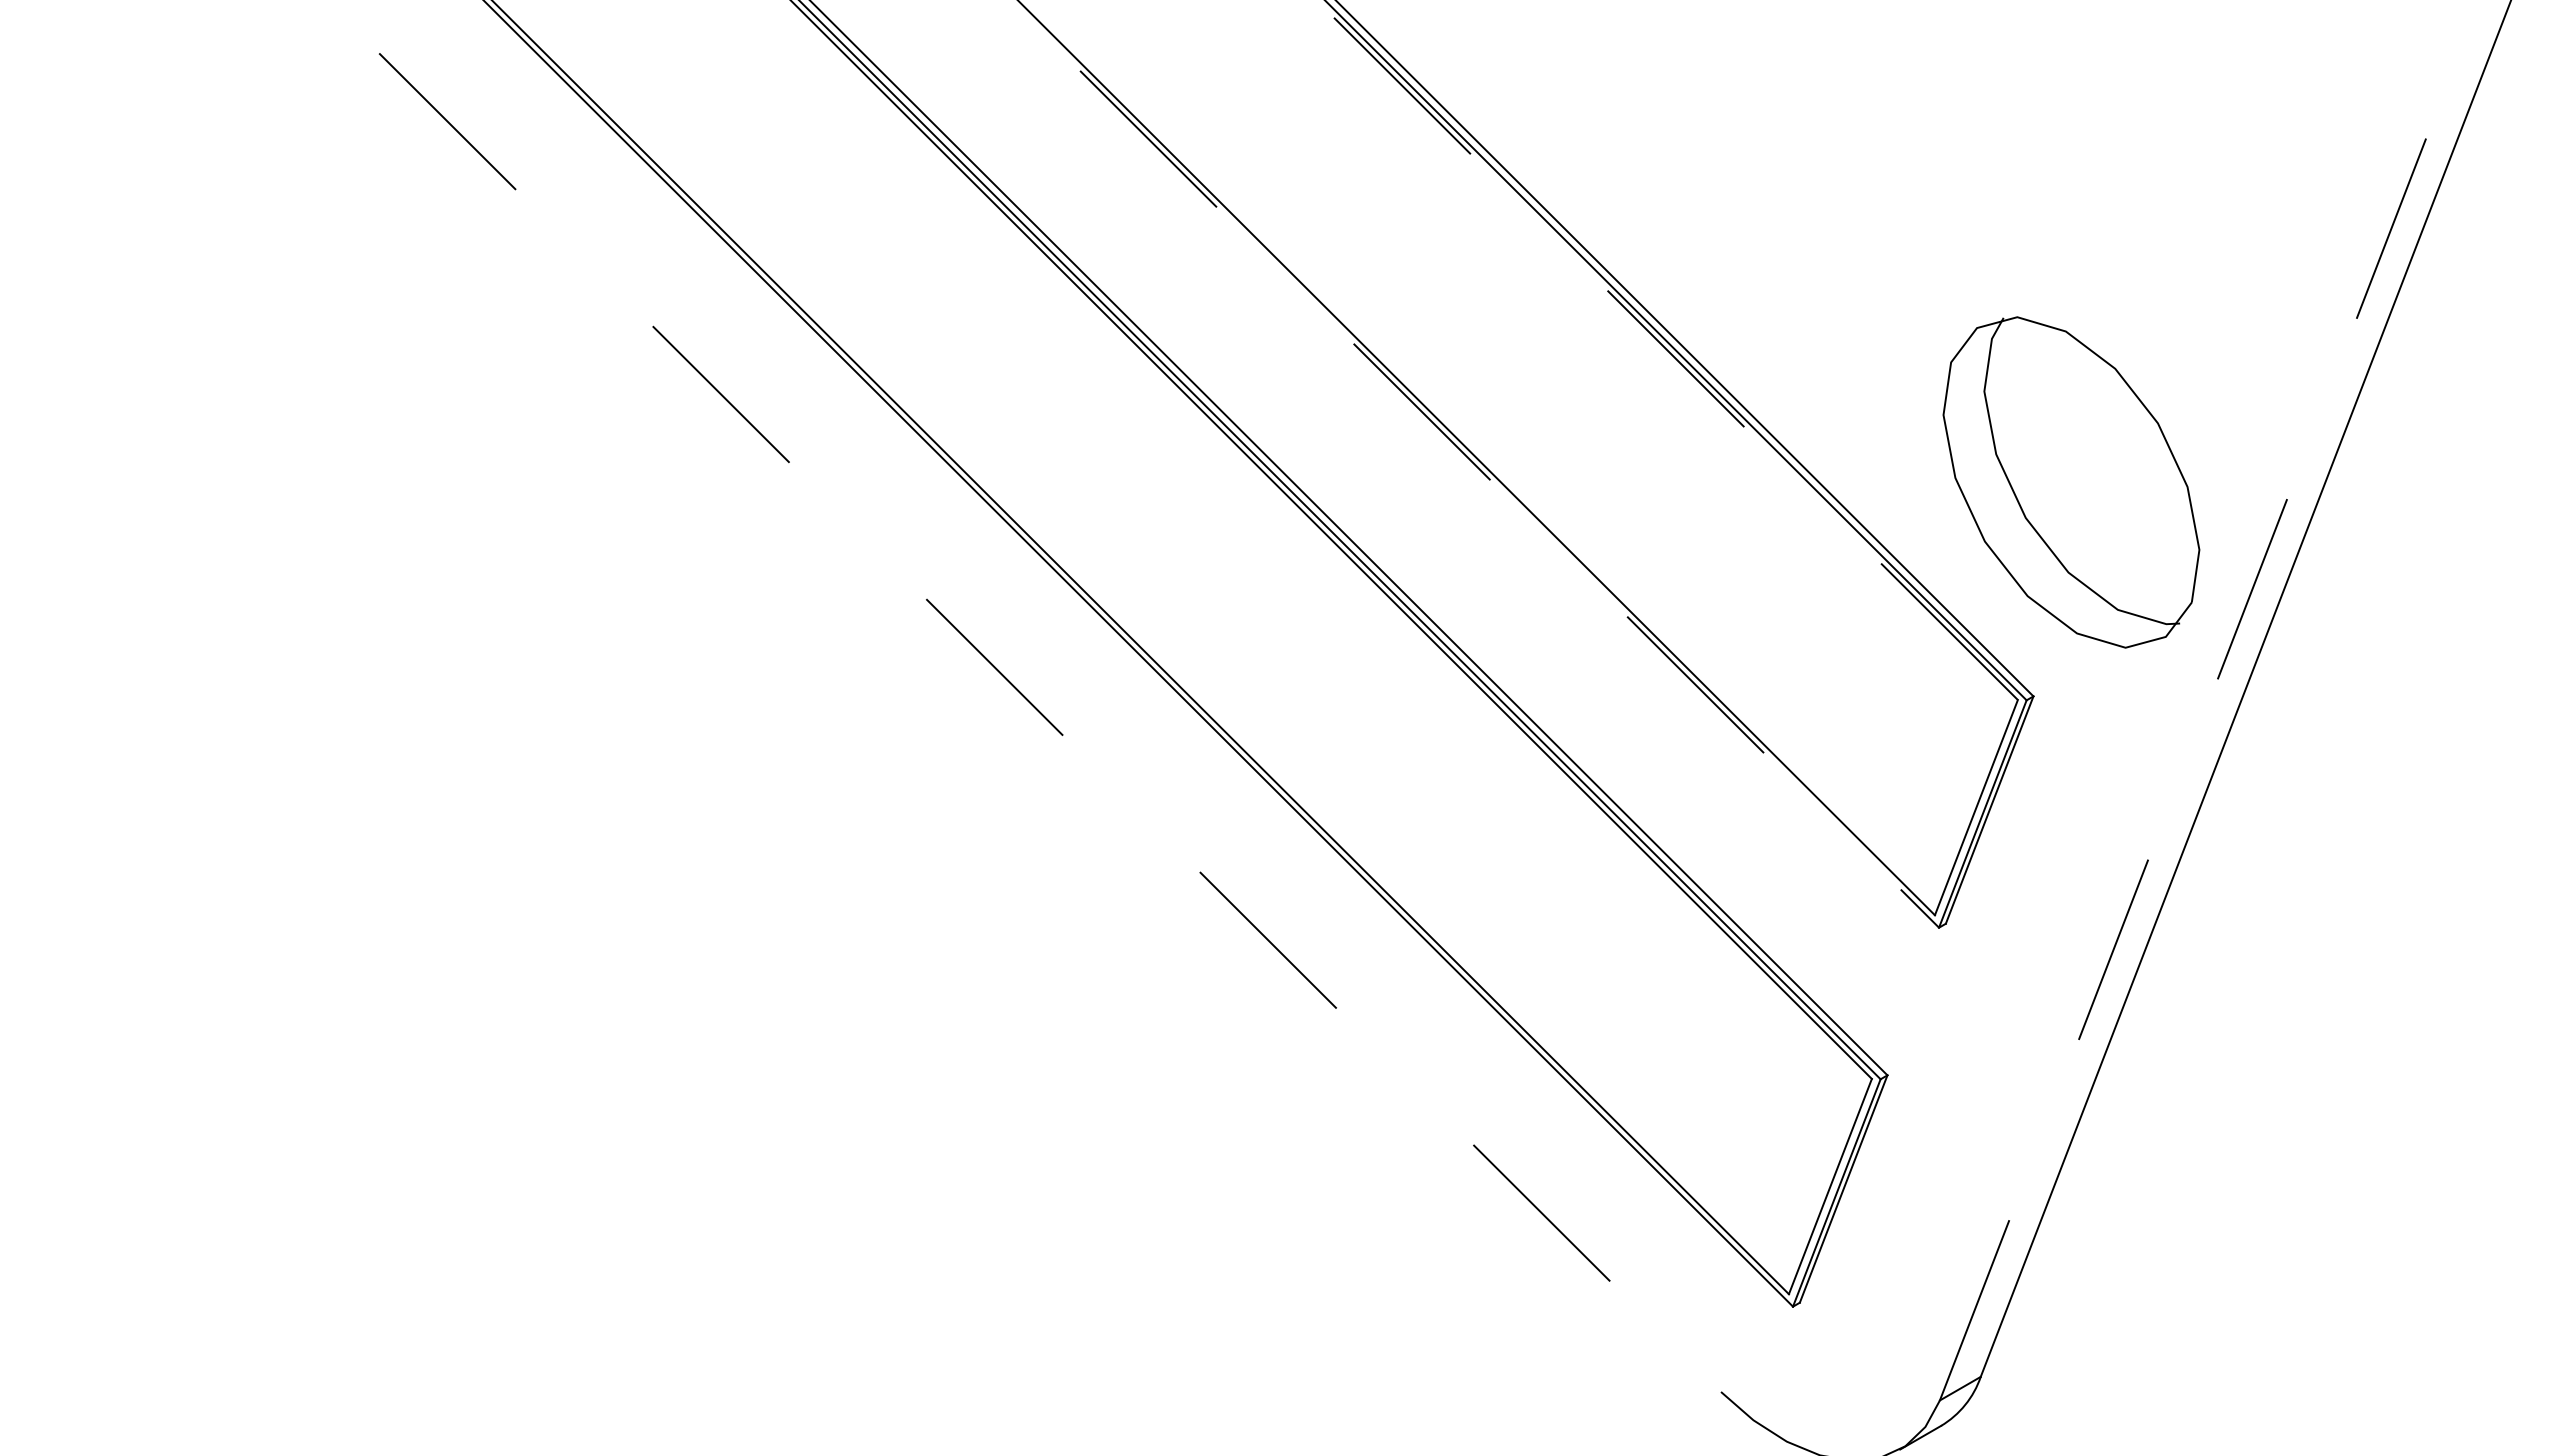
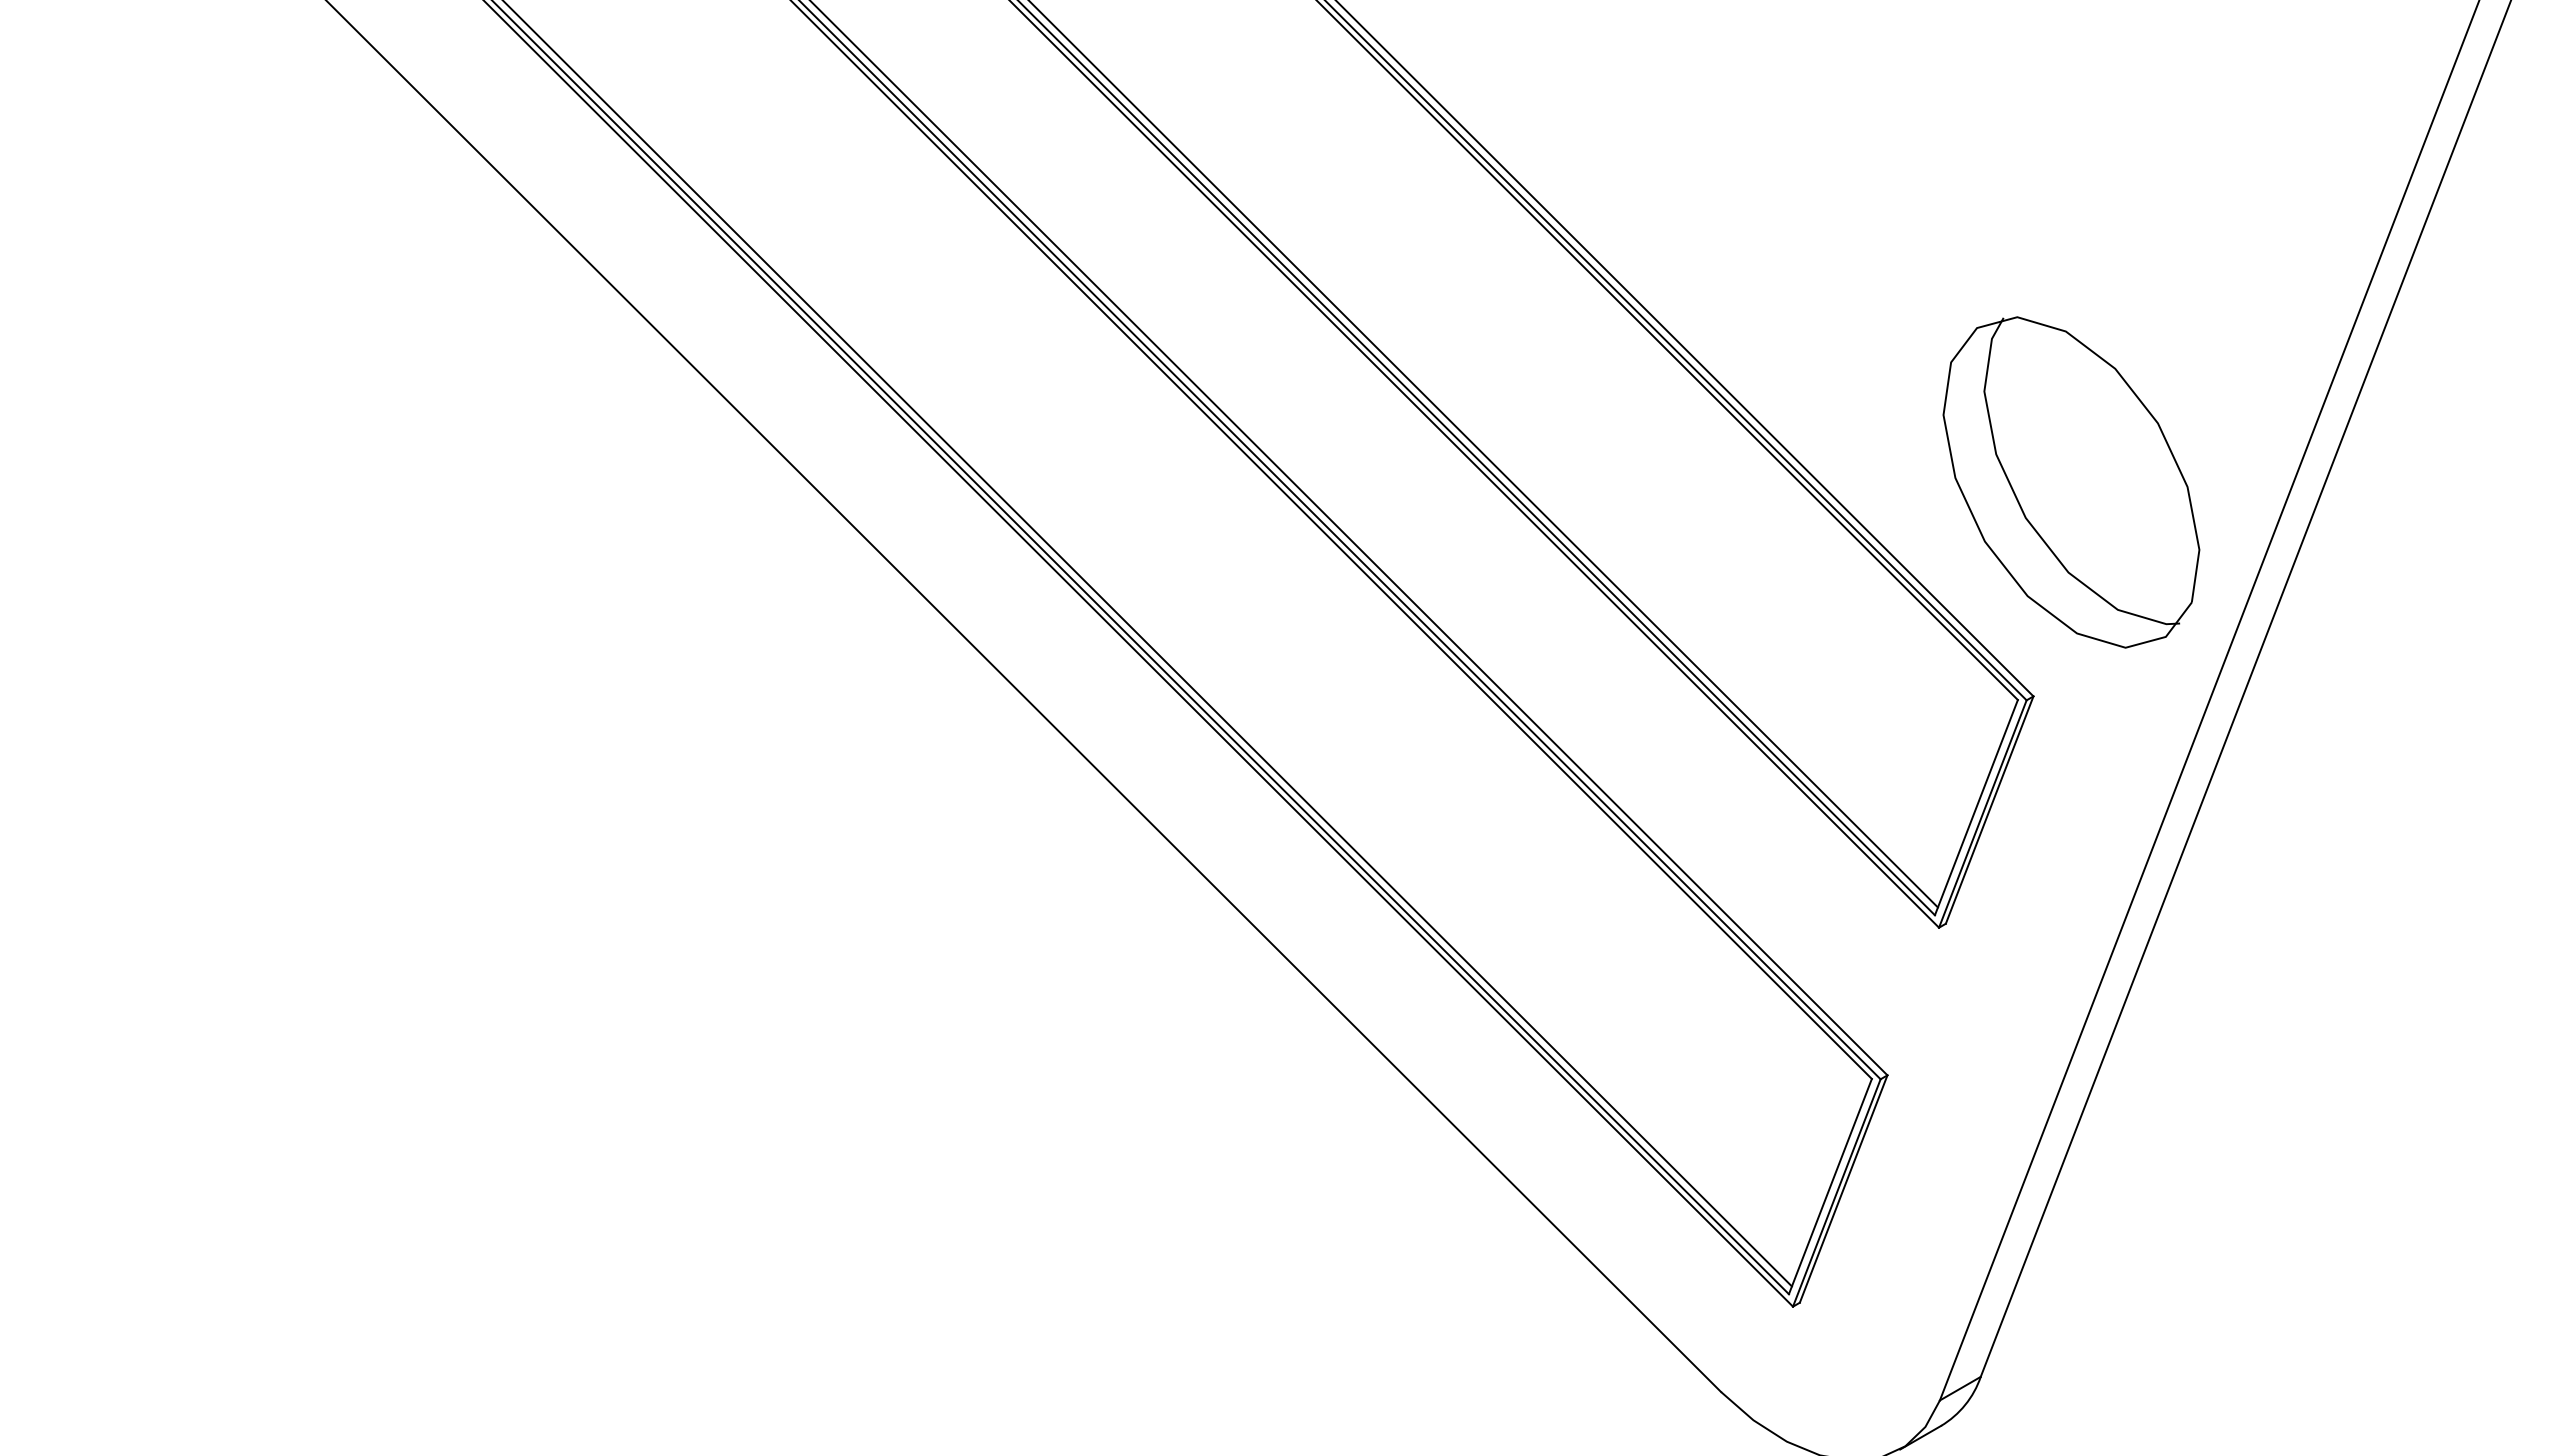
line at (1666, 349): dashed -> solid
line at (1483, 454): none -> present
line at (1474, 464): dashed -> solid
line at (1147, 644): none -> present
line at (1023, 696): dashed -> solid
line at (2209, 699): dashed -> solid
